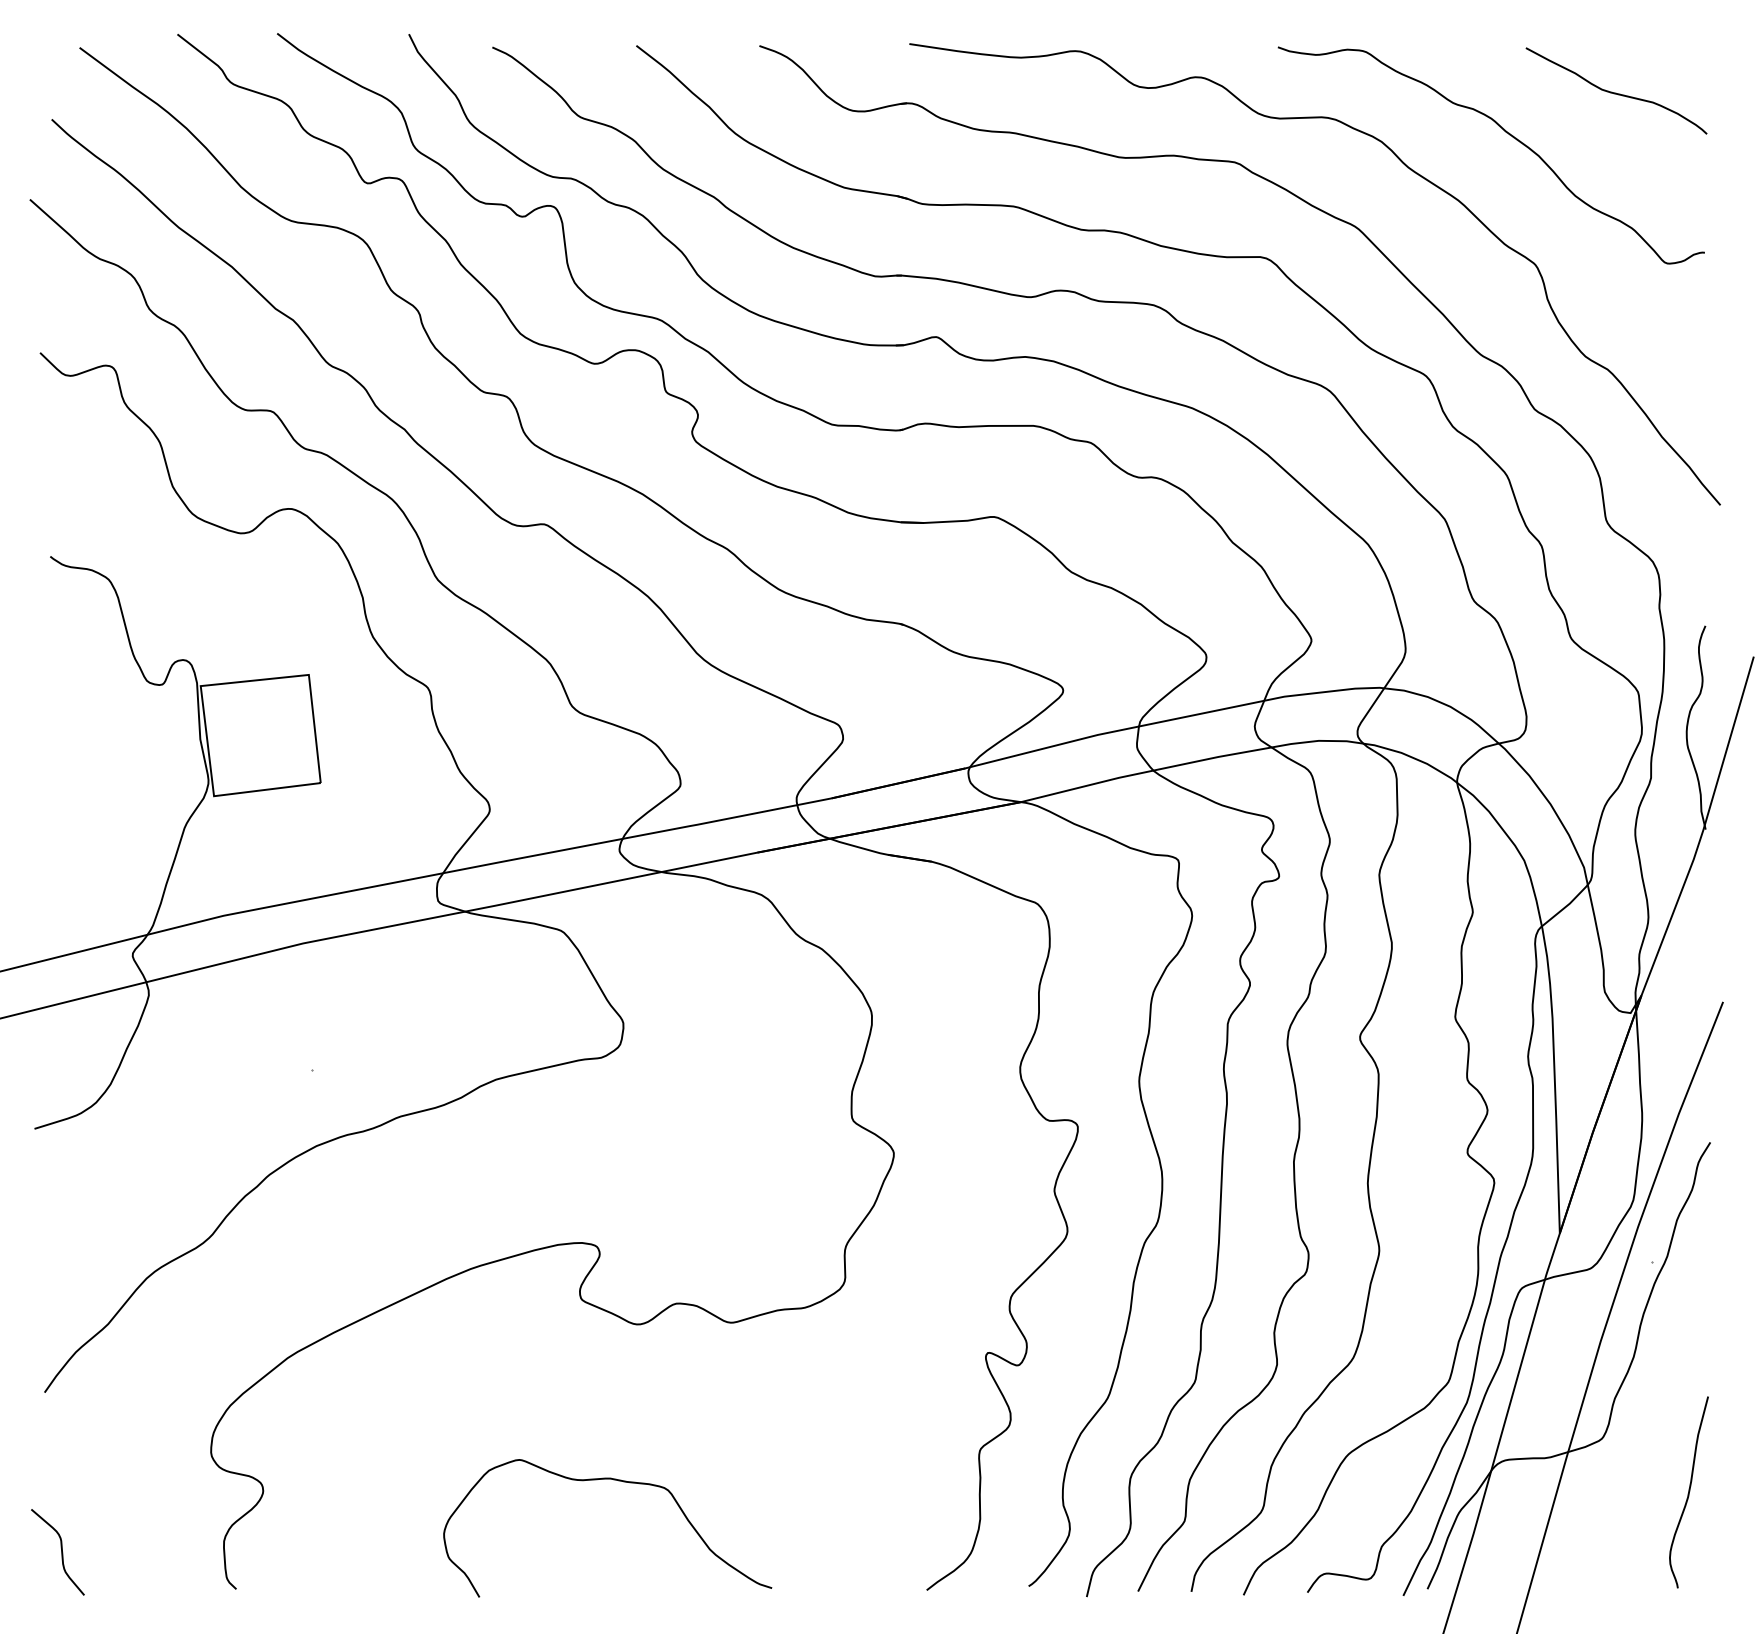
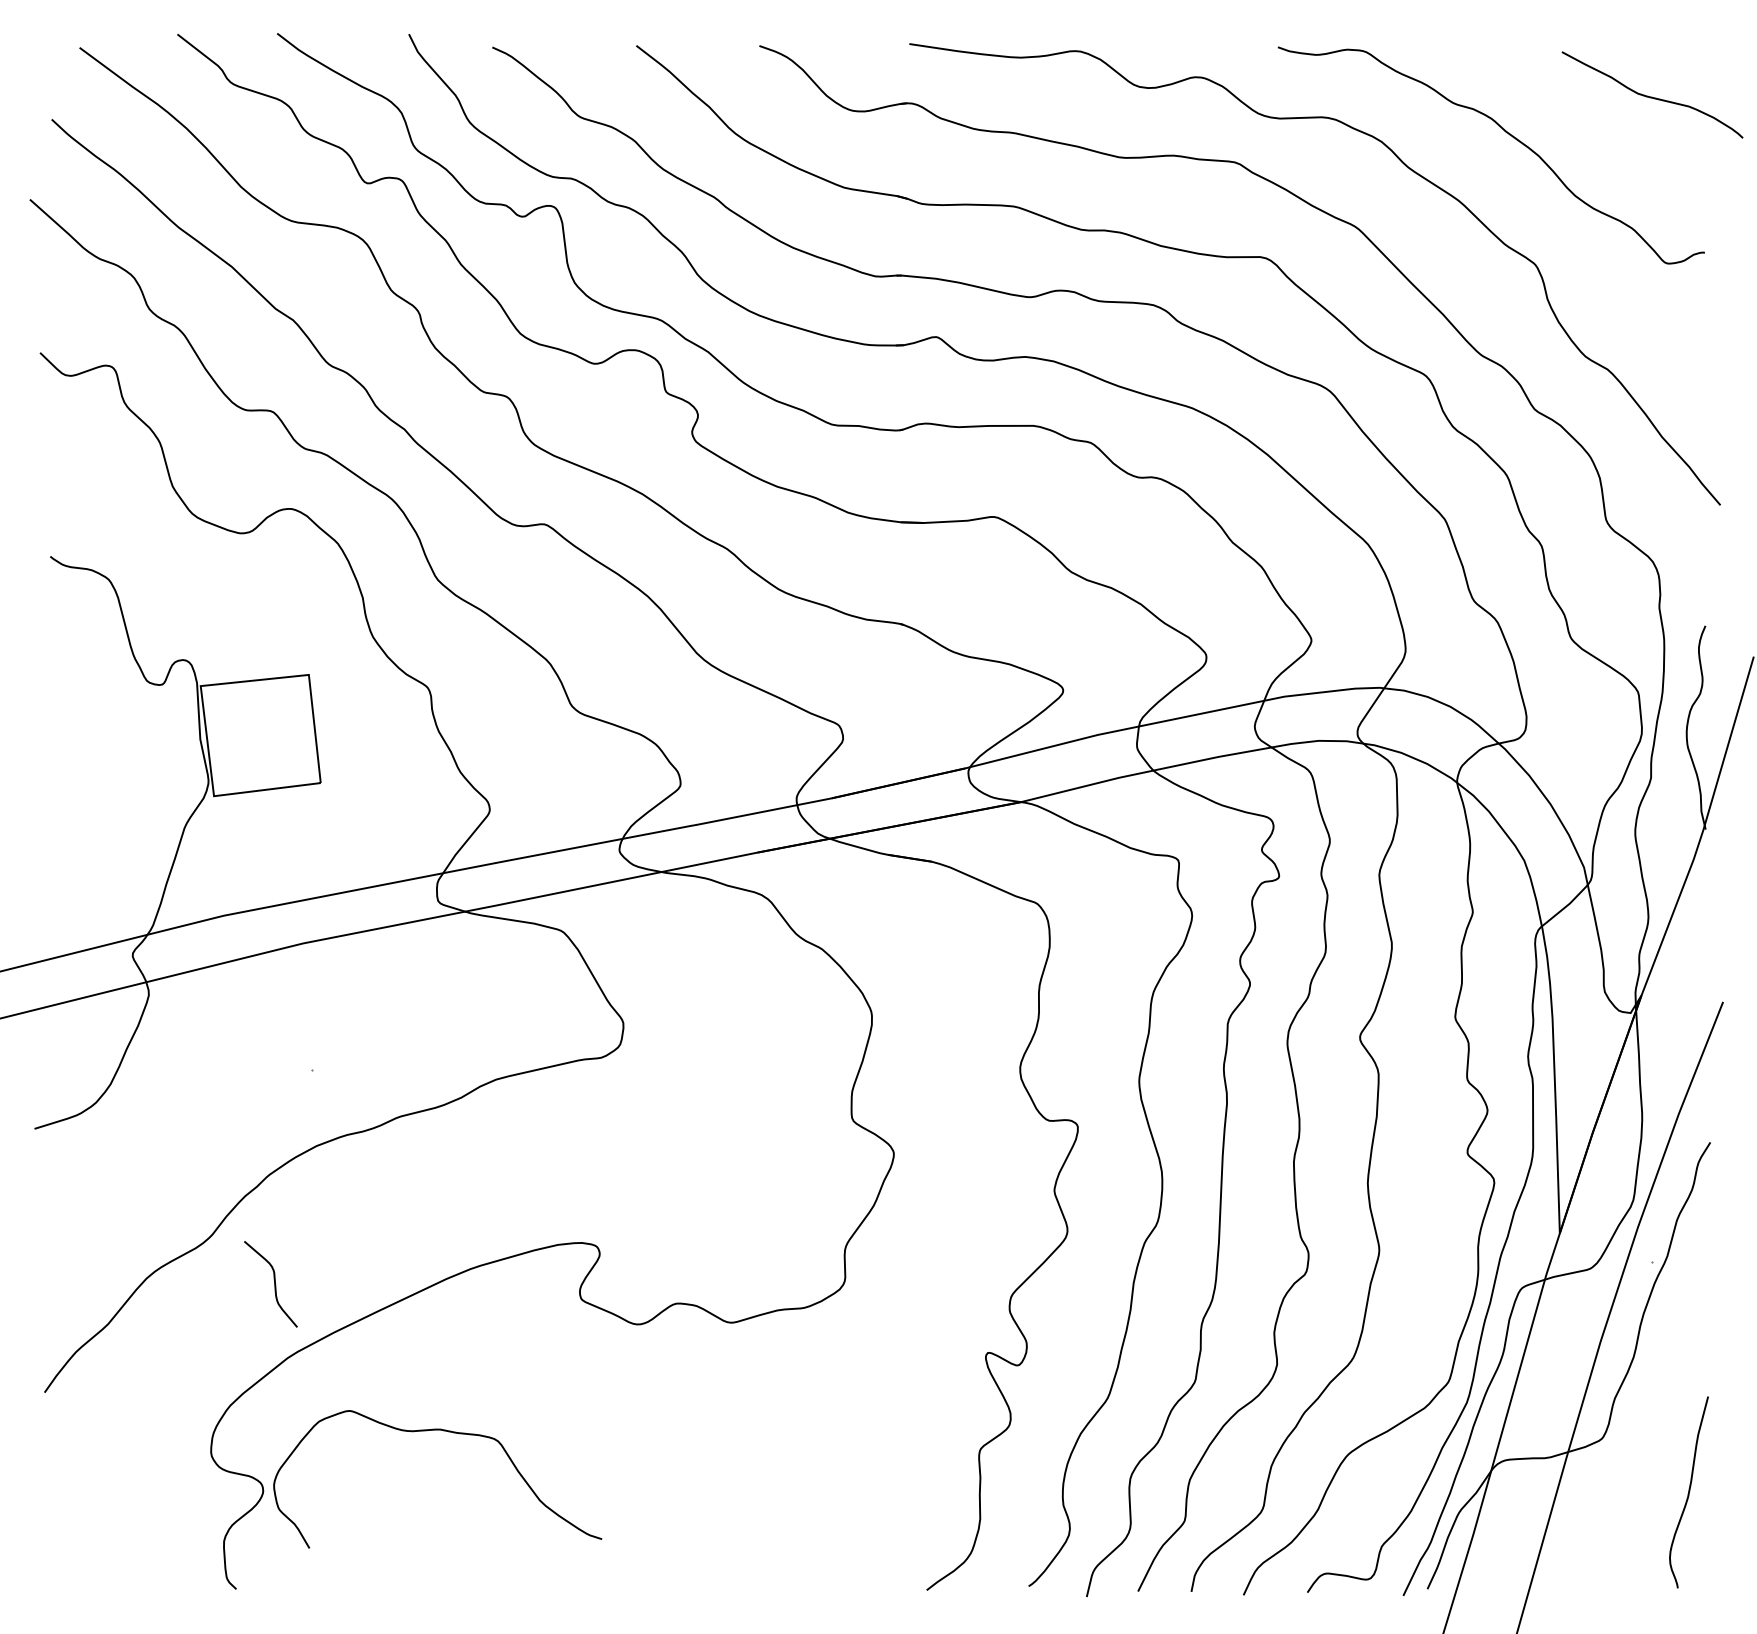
curve at (1616, 92) position: (1616, 92) -> (1652, 96)
curve at (618, 1481) position: (618, 1481) -> (448, 1432)
curve at (61, 1552) position: (61, 1552) -> (274, 1284)
